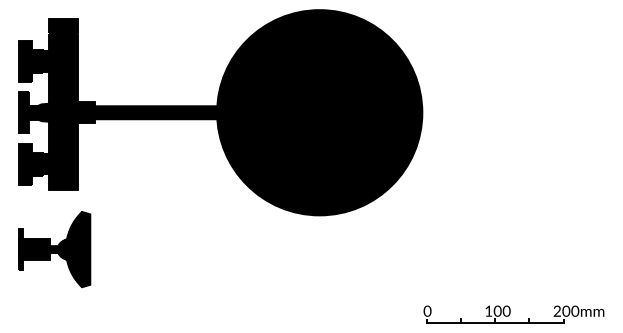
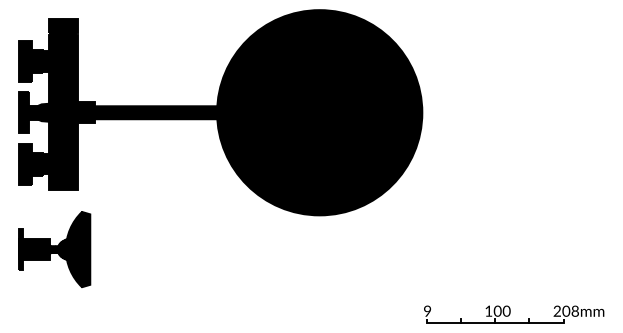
text at (427, 311): 0 -> 9
text at (575, 311): 200mm -> 208mm
